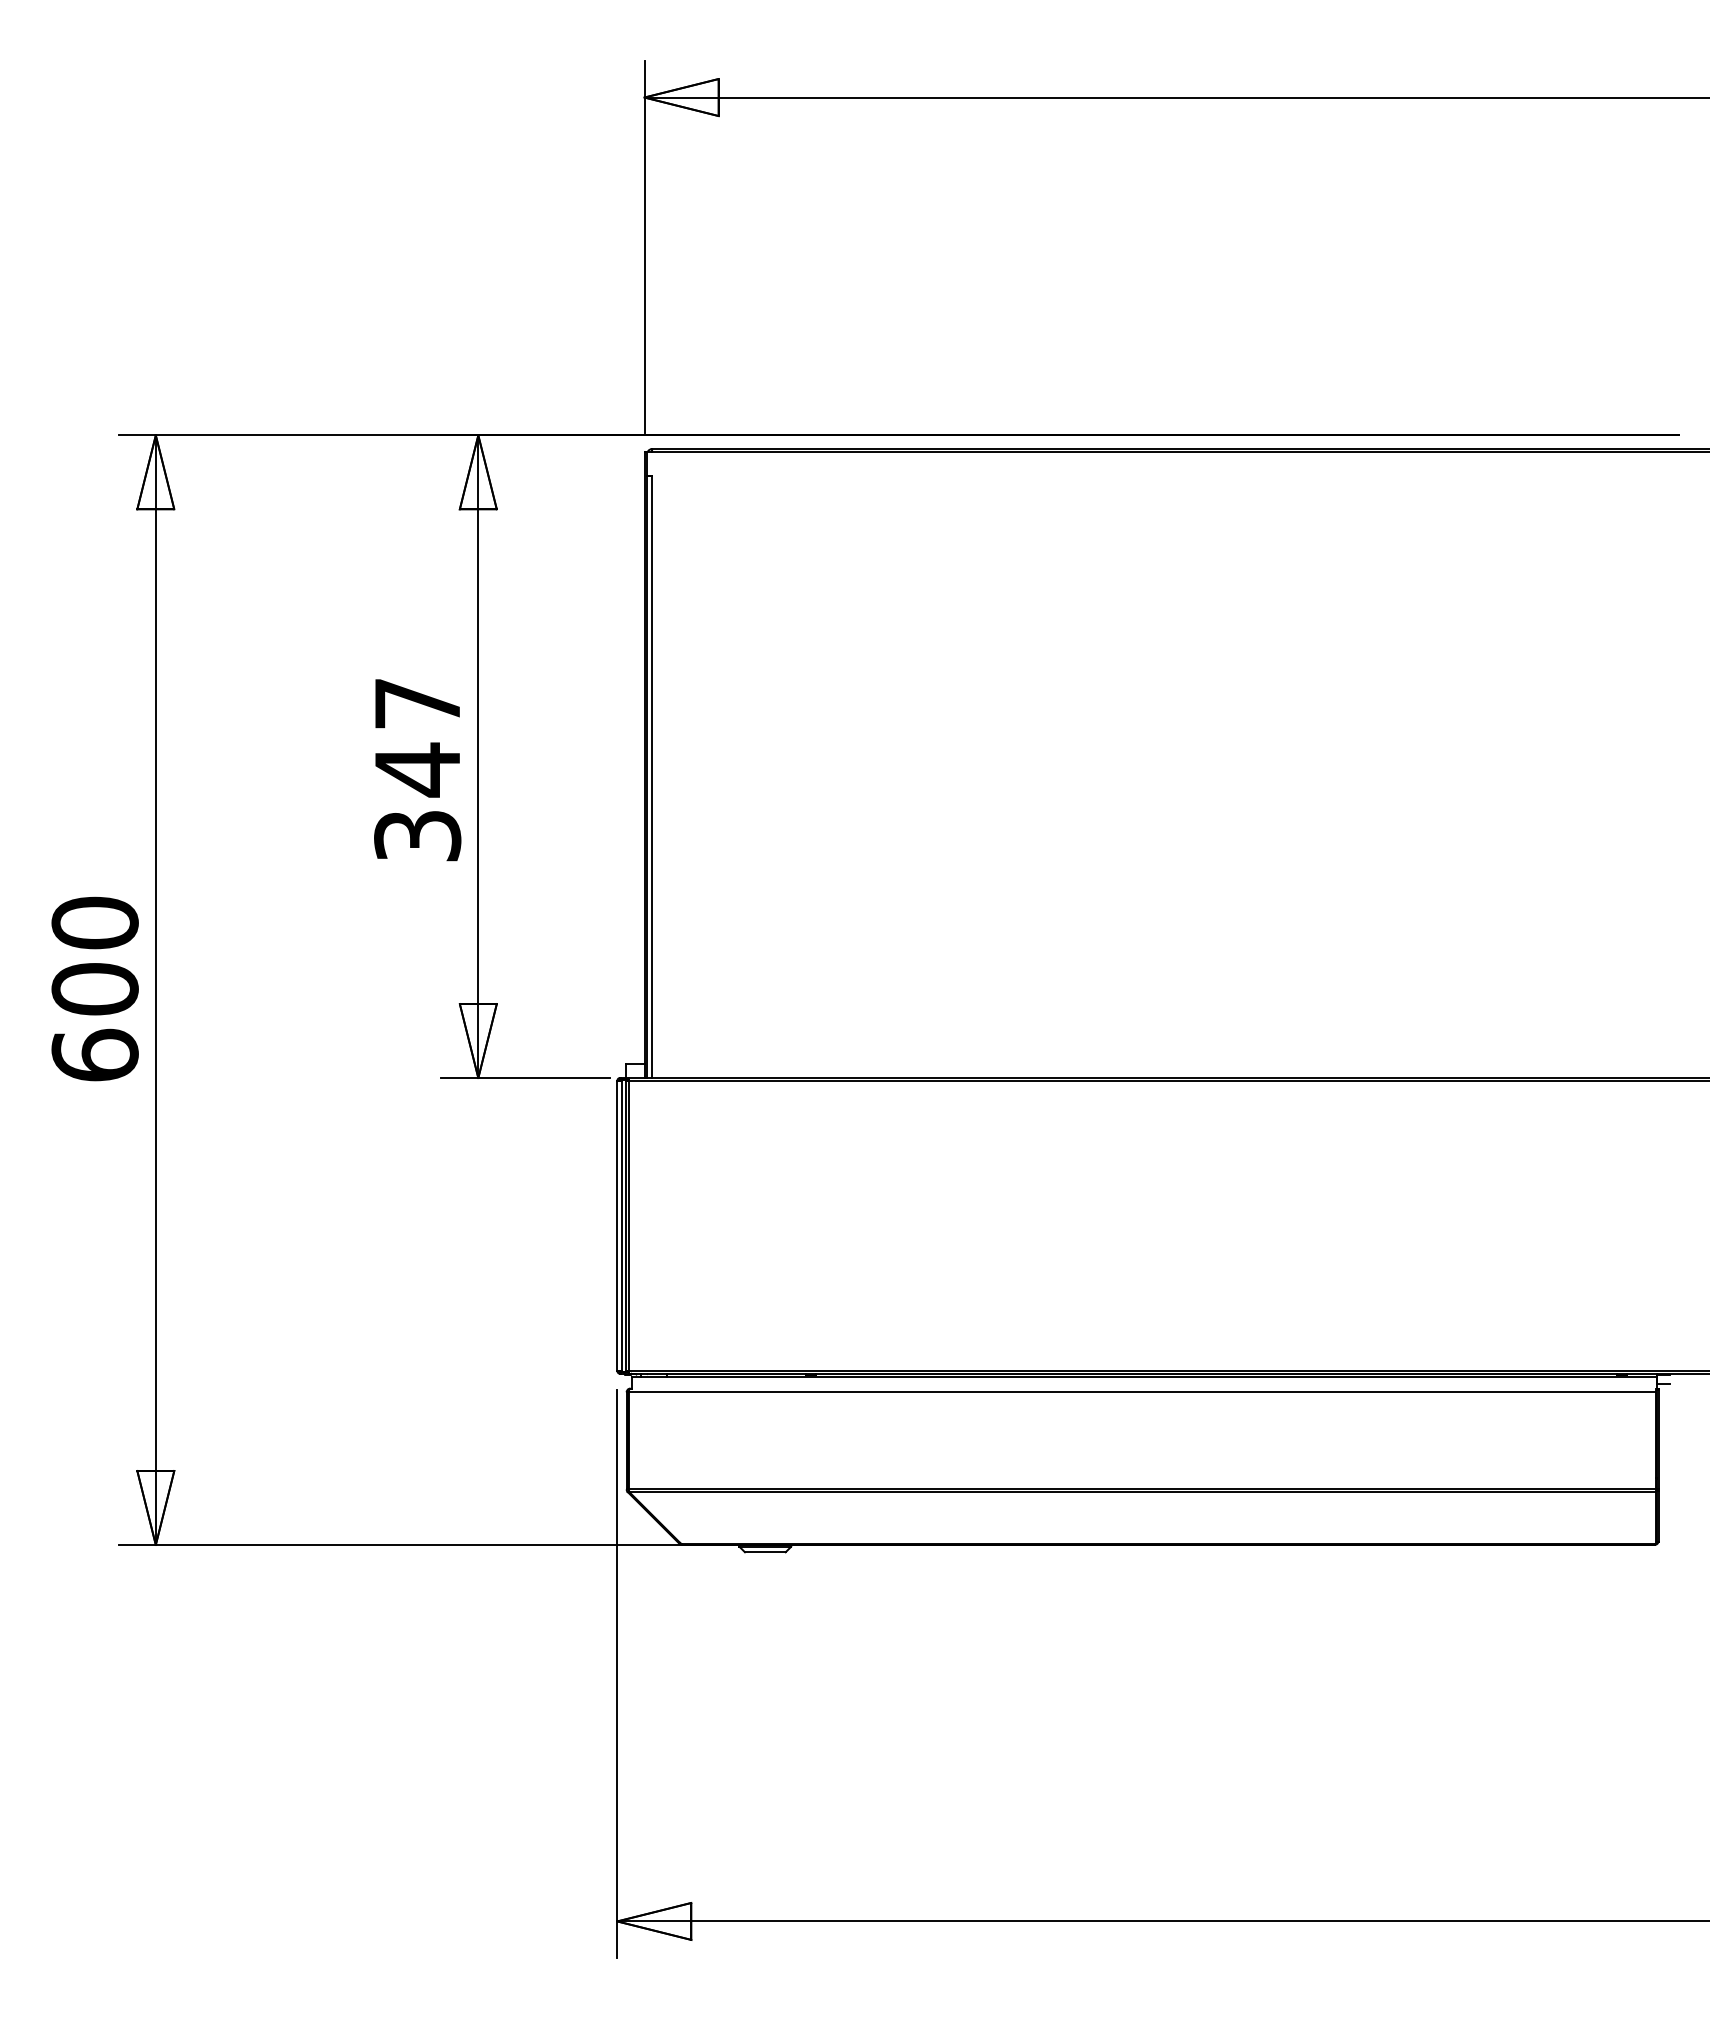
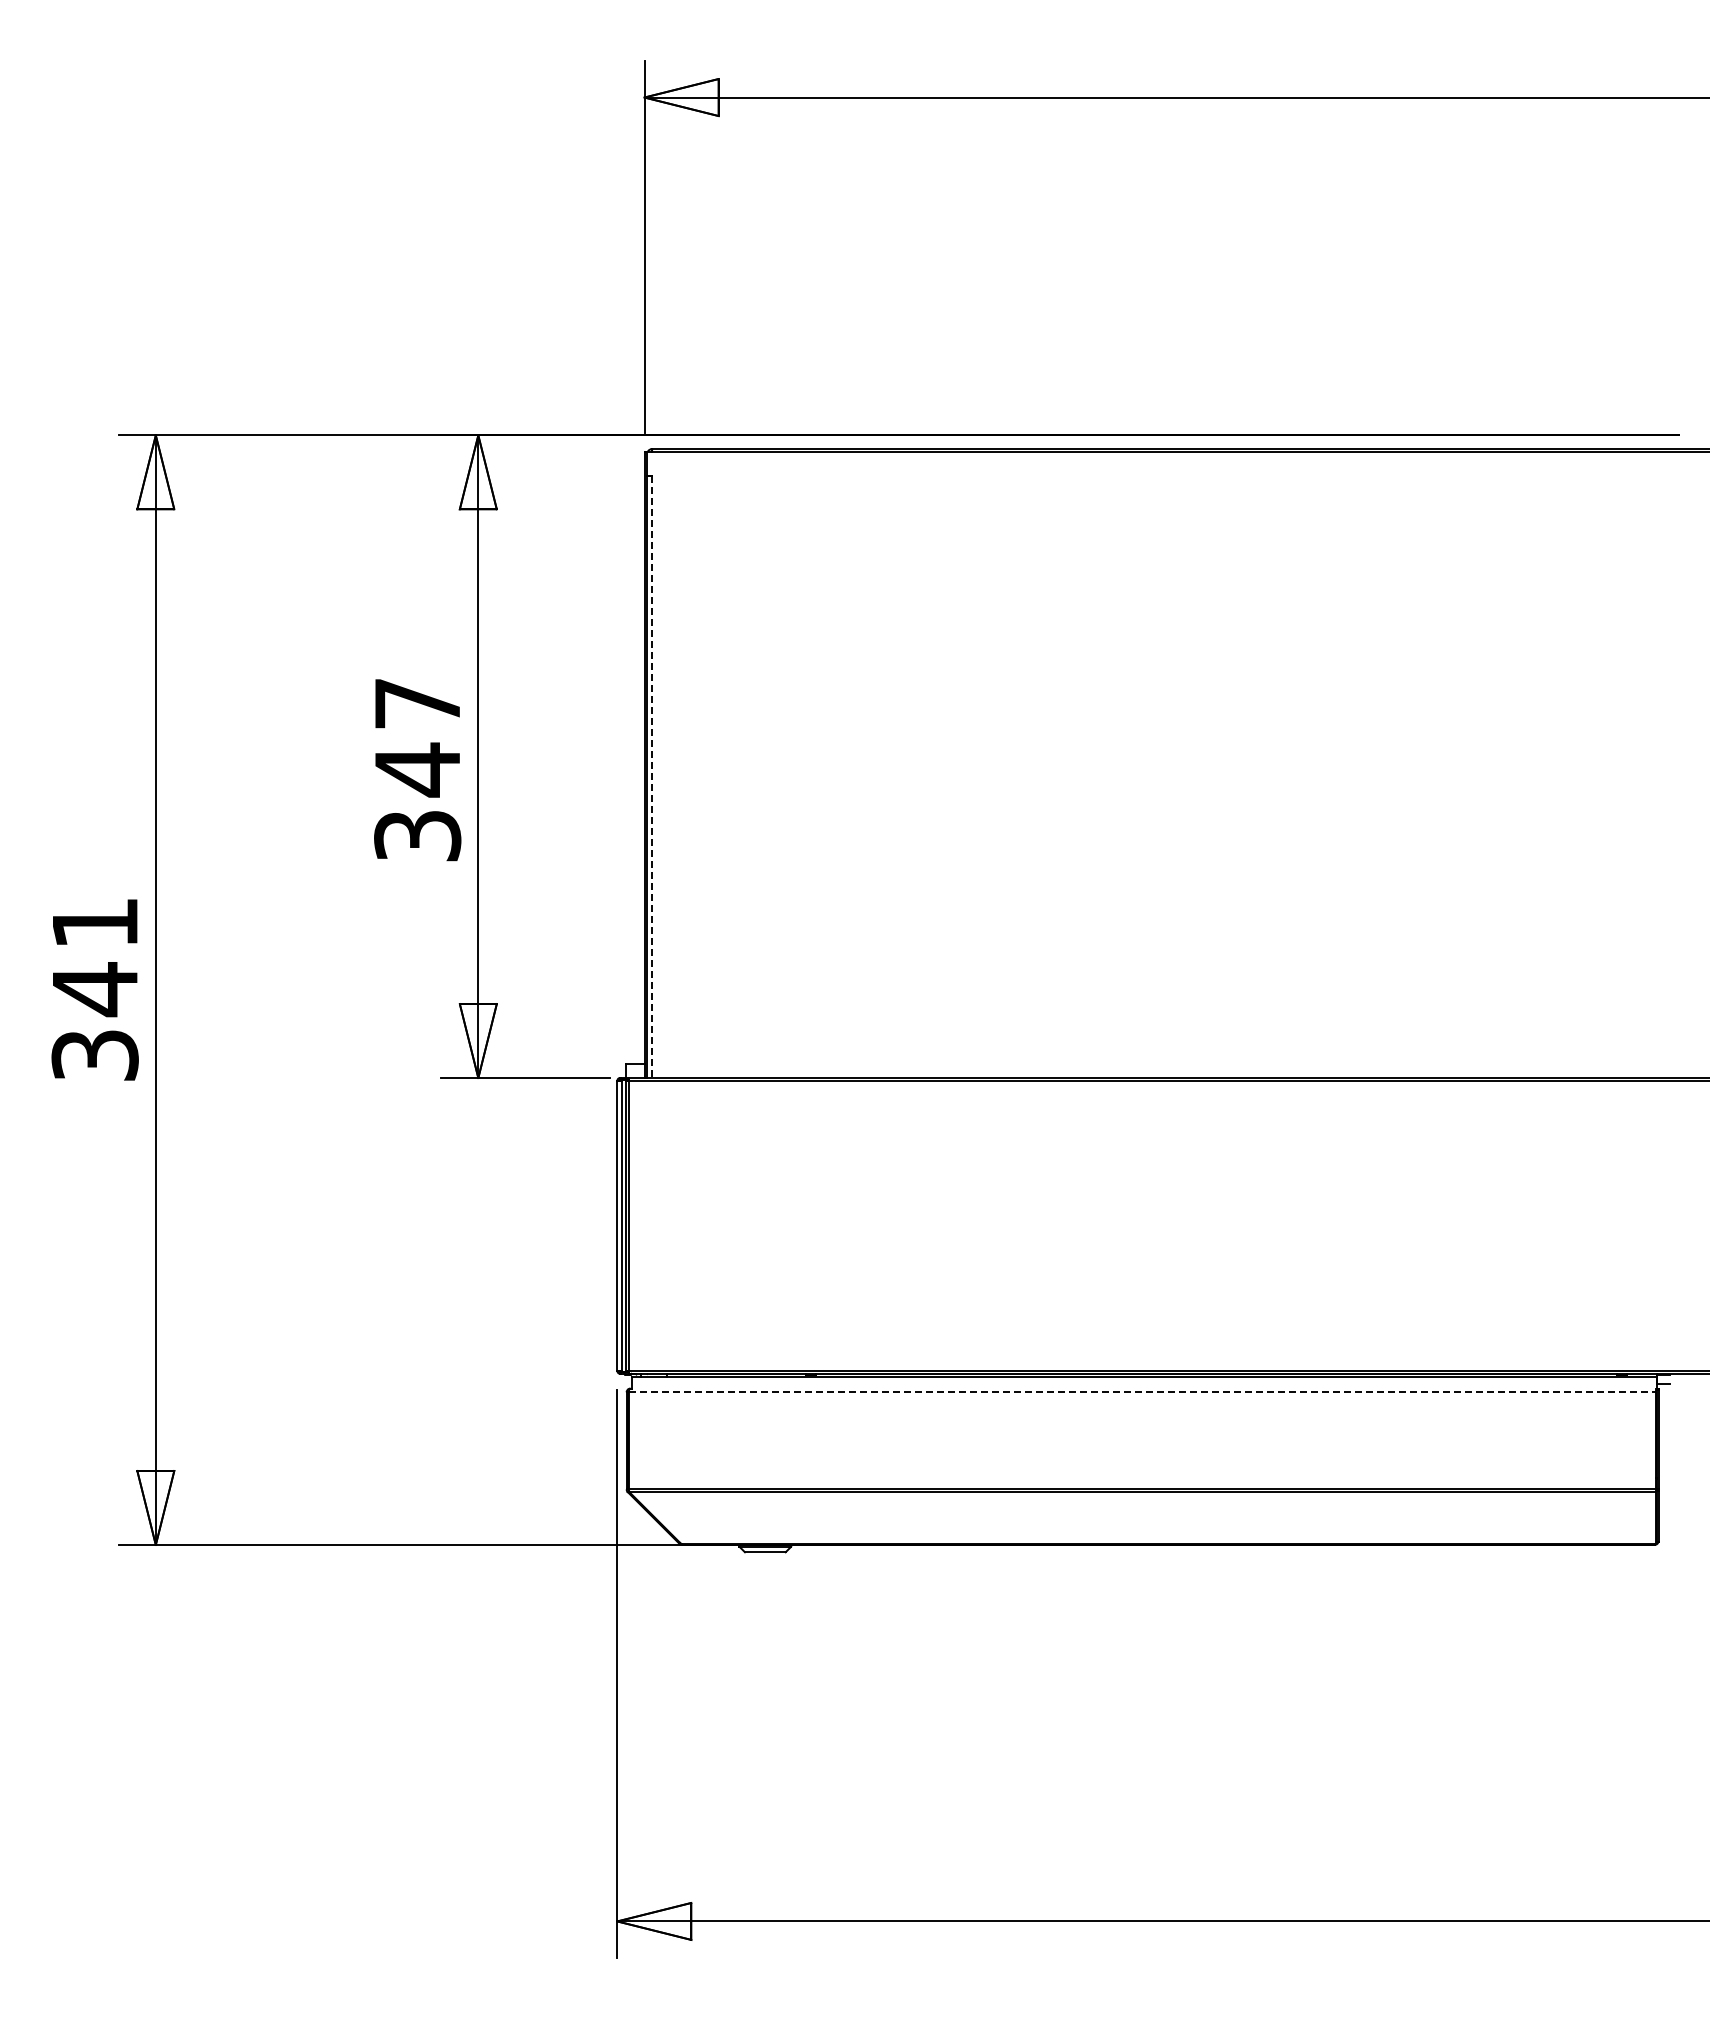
line at (652, 777): solid -> dashed
text at (94, 988): 600 -> 341
line at (1142, 1392): solid -> dashed
